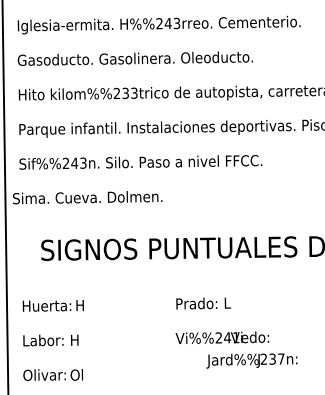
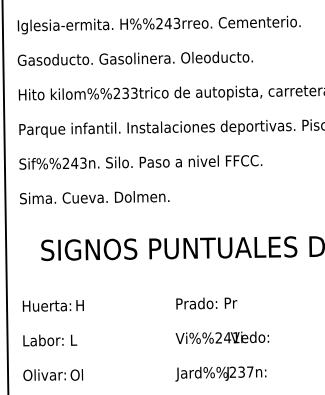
text at (87, 197) position: (87, 197) -> (94, 197)
text at (231, 302): L -> Pr
text at (75, 339): H -> L
text at (251, 360) position: (251, 360) -> (220, 373)
